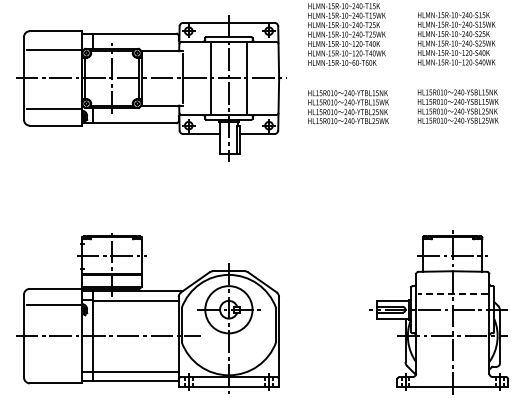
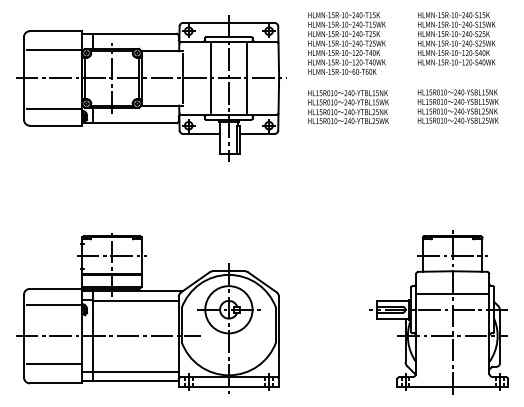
text at (346, 34) position: (346, 34) -> (346, 43)
line at (452, 294): dashed -> solid
line at (53, 364): none -> present
